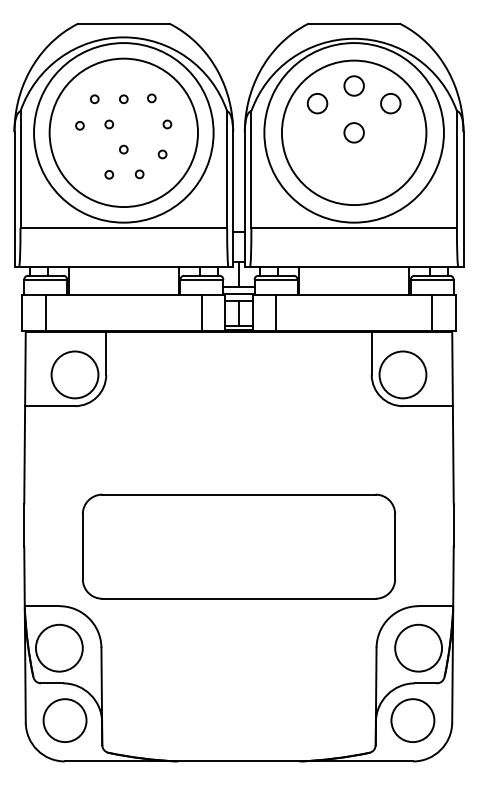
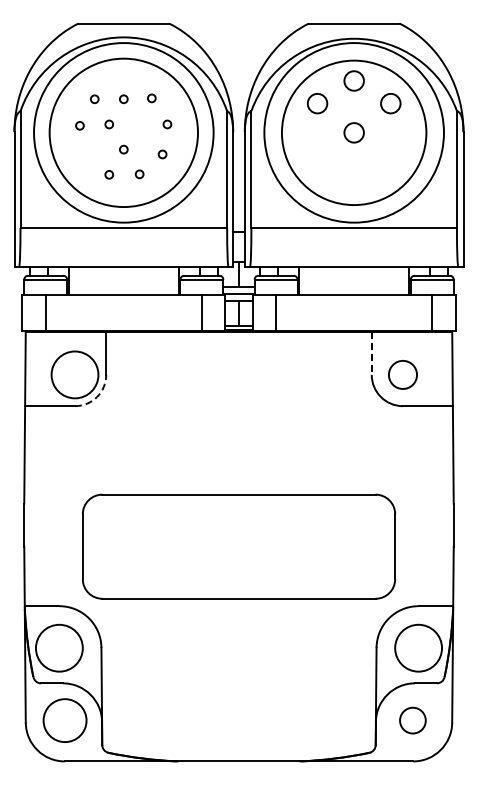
circle at (353, 85) position: (353, 85) -> (353, 80)
line at (371, 353): solid -> dashed
circle at (402, 374) diameter: 47 px -> 28 px
arc at (97, 397): solid -> dashed
circle at (412, 720) diameter: 43 px -> 26 px
